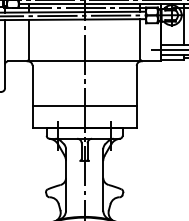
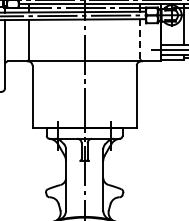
line at (140, 39): solid -> dashed
line at (84, 106): present -> none
